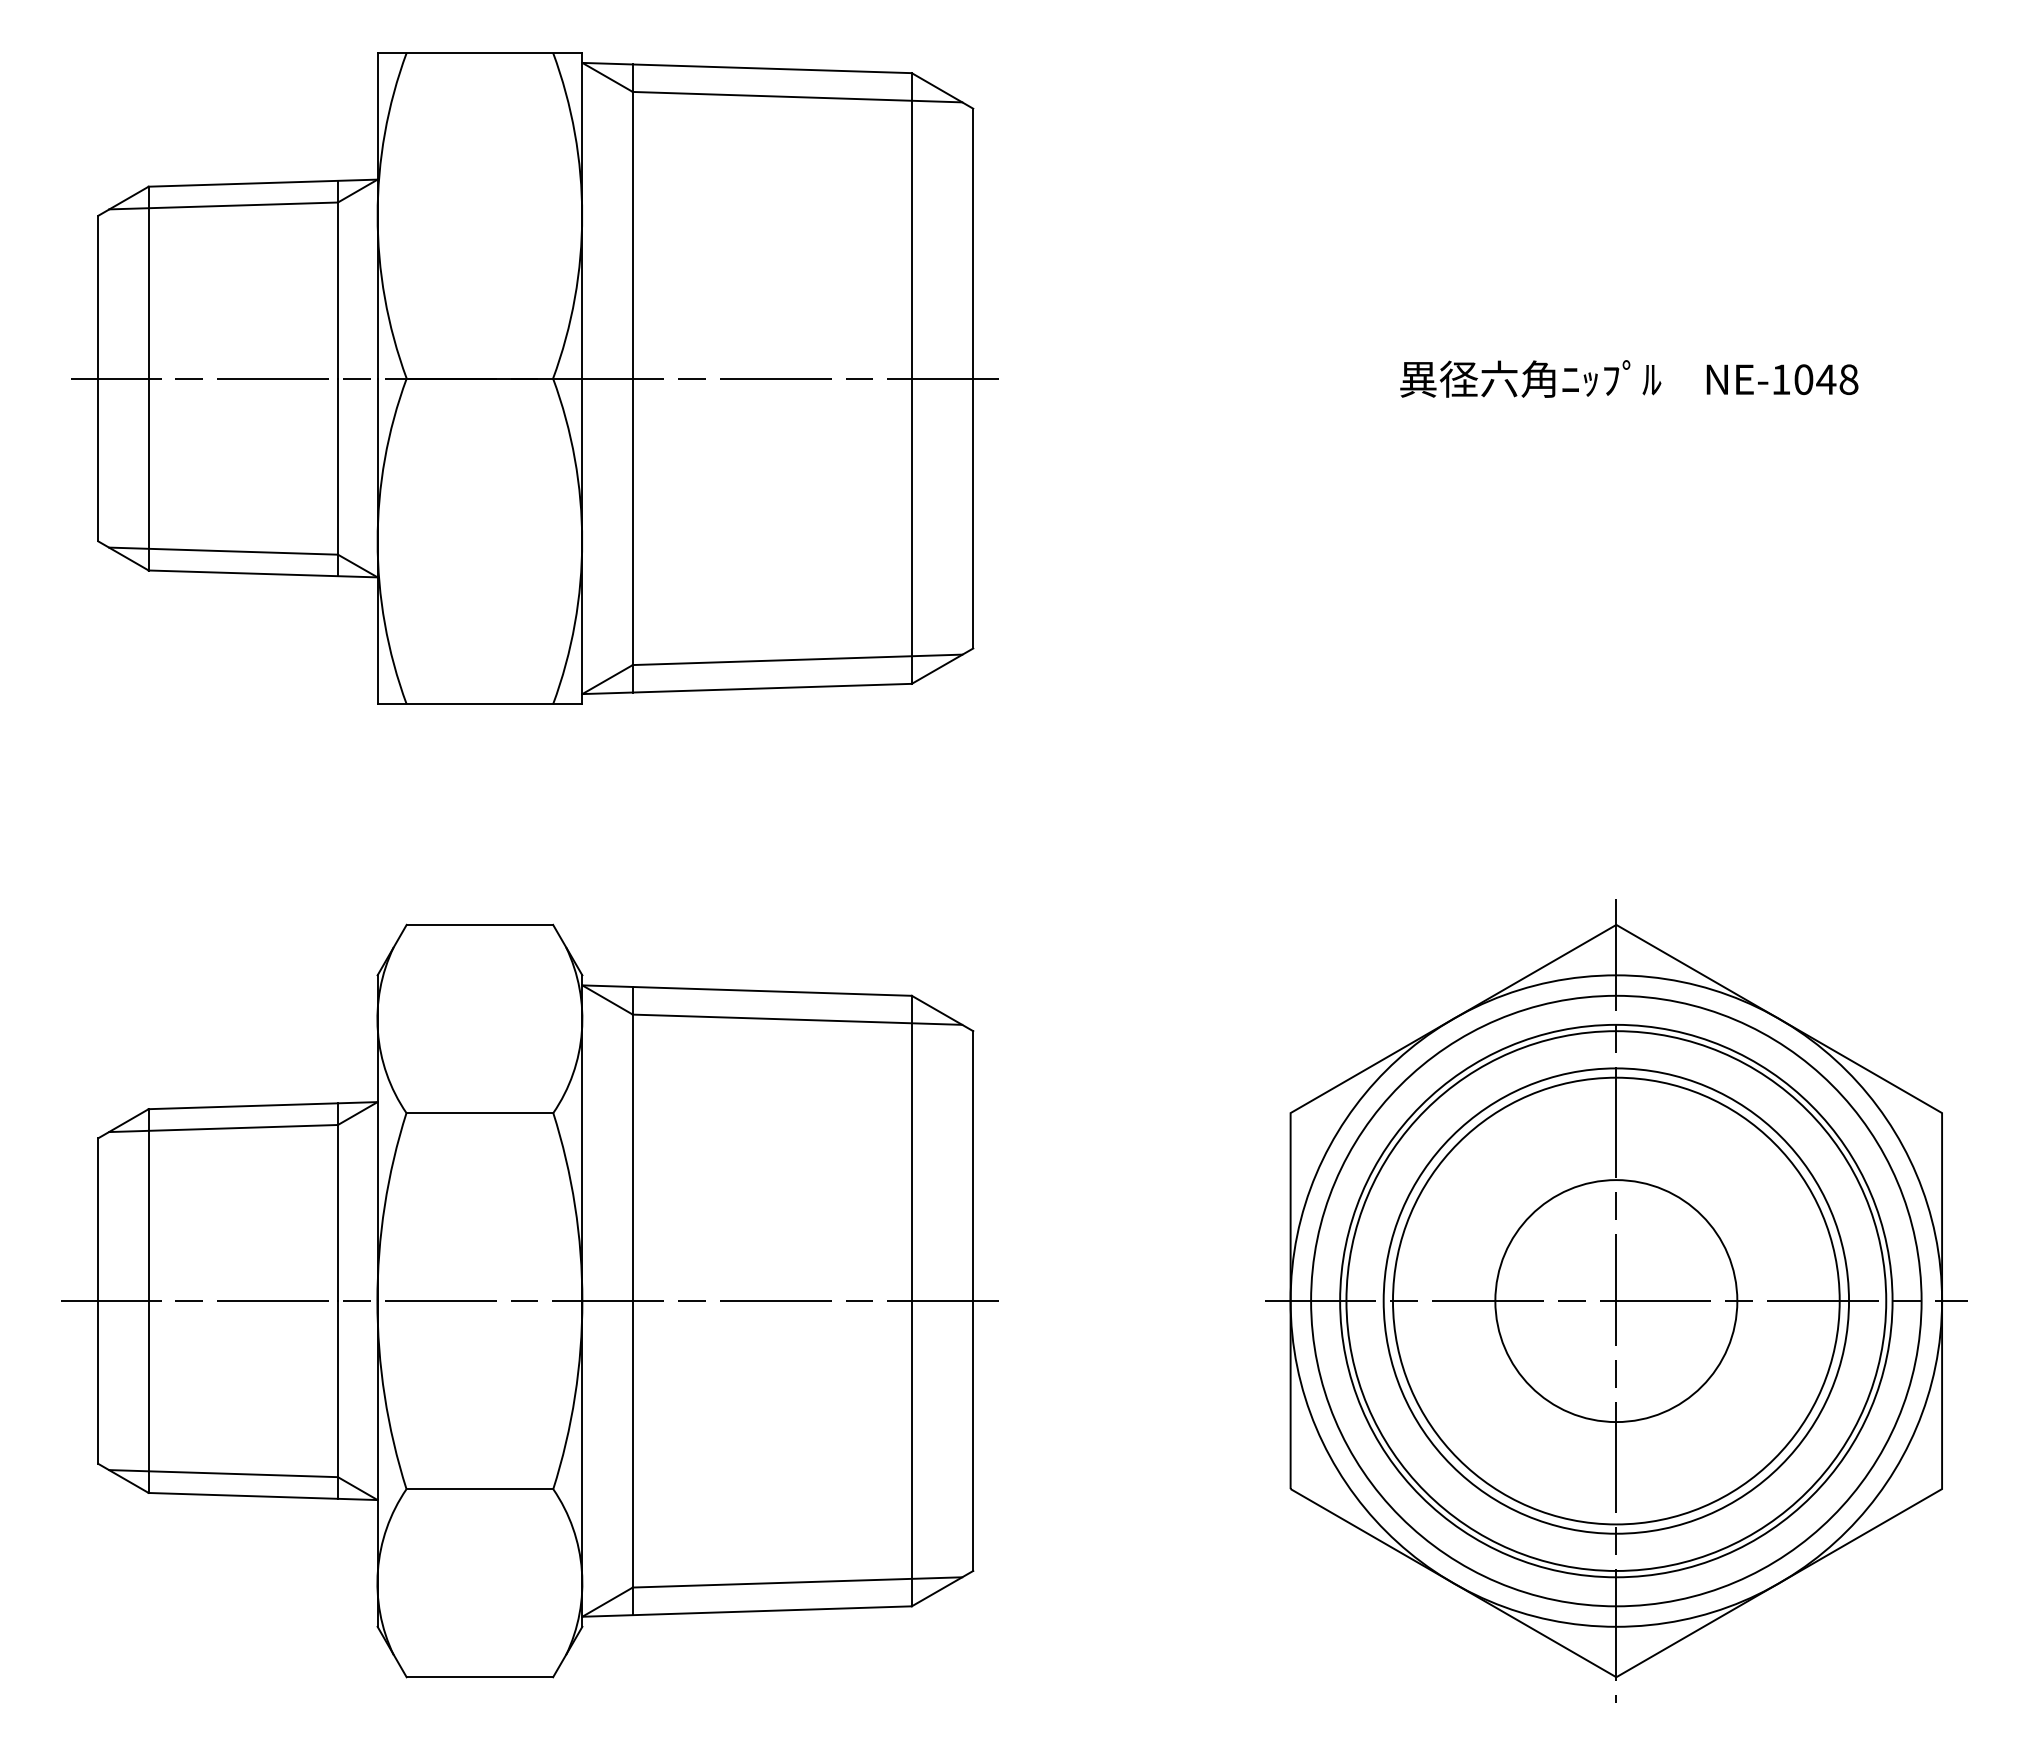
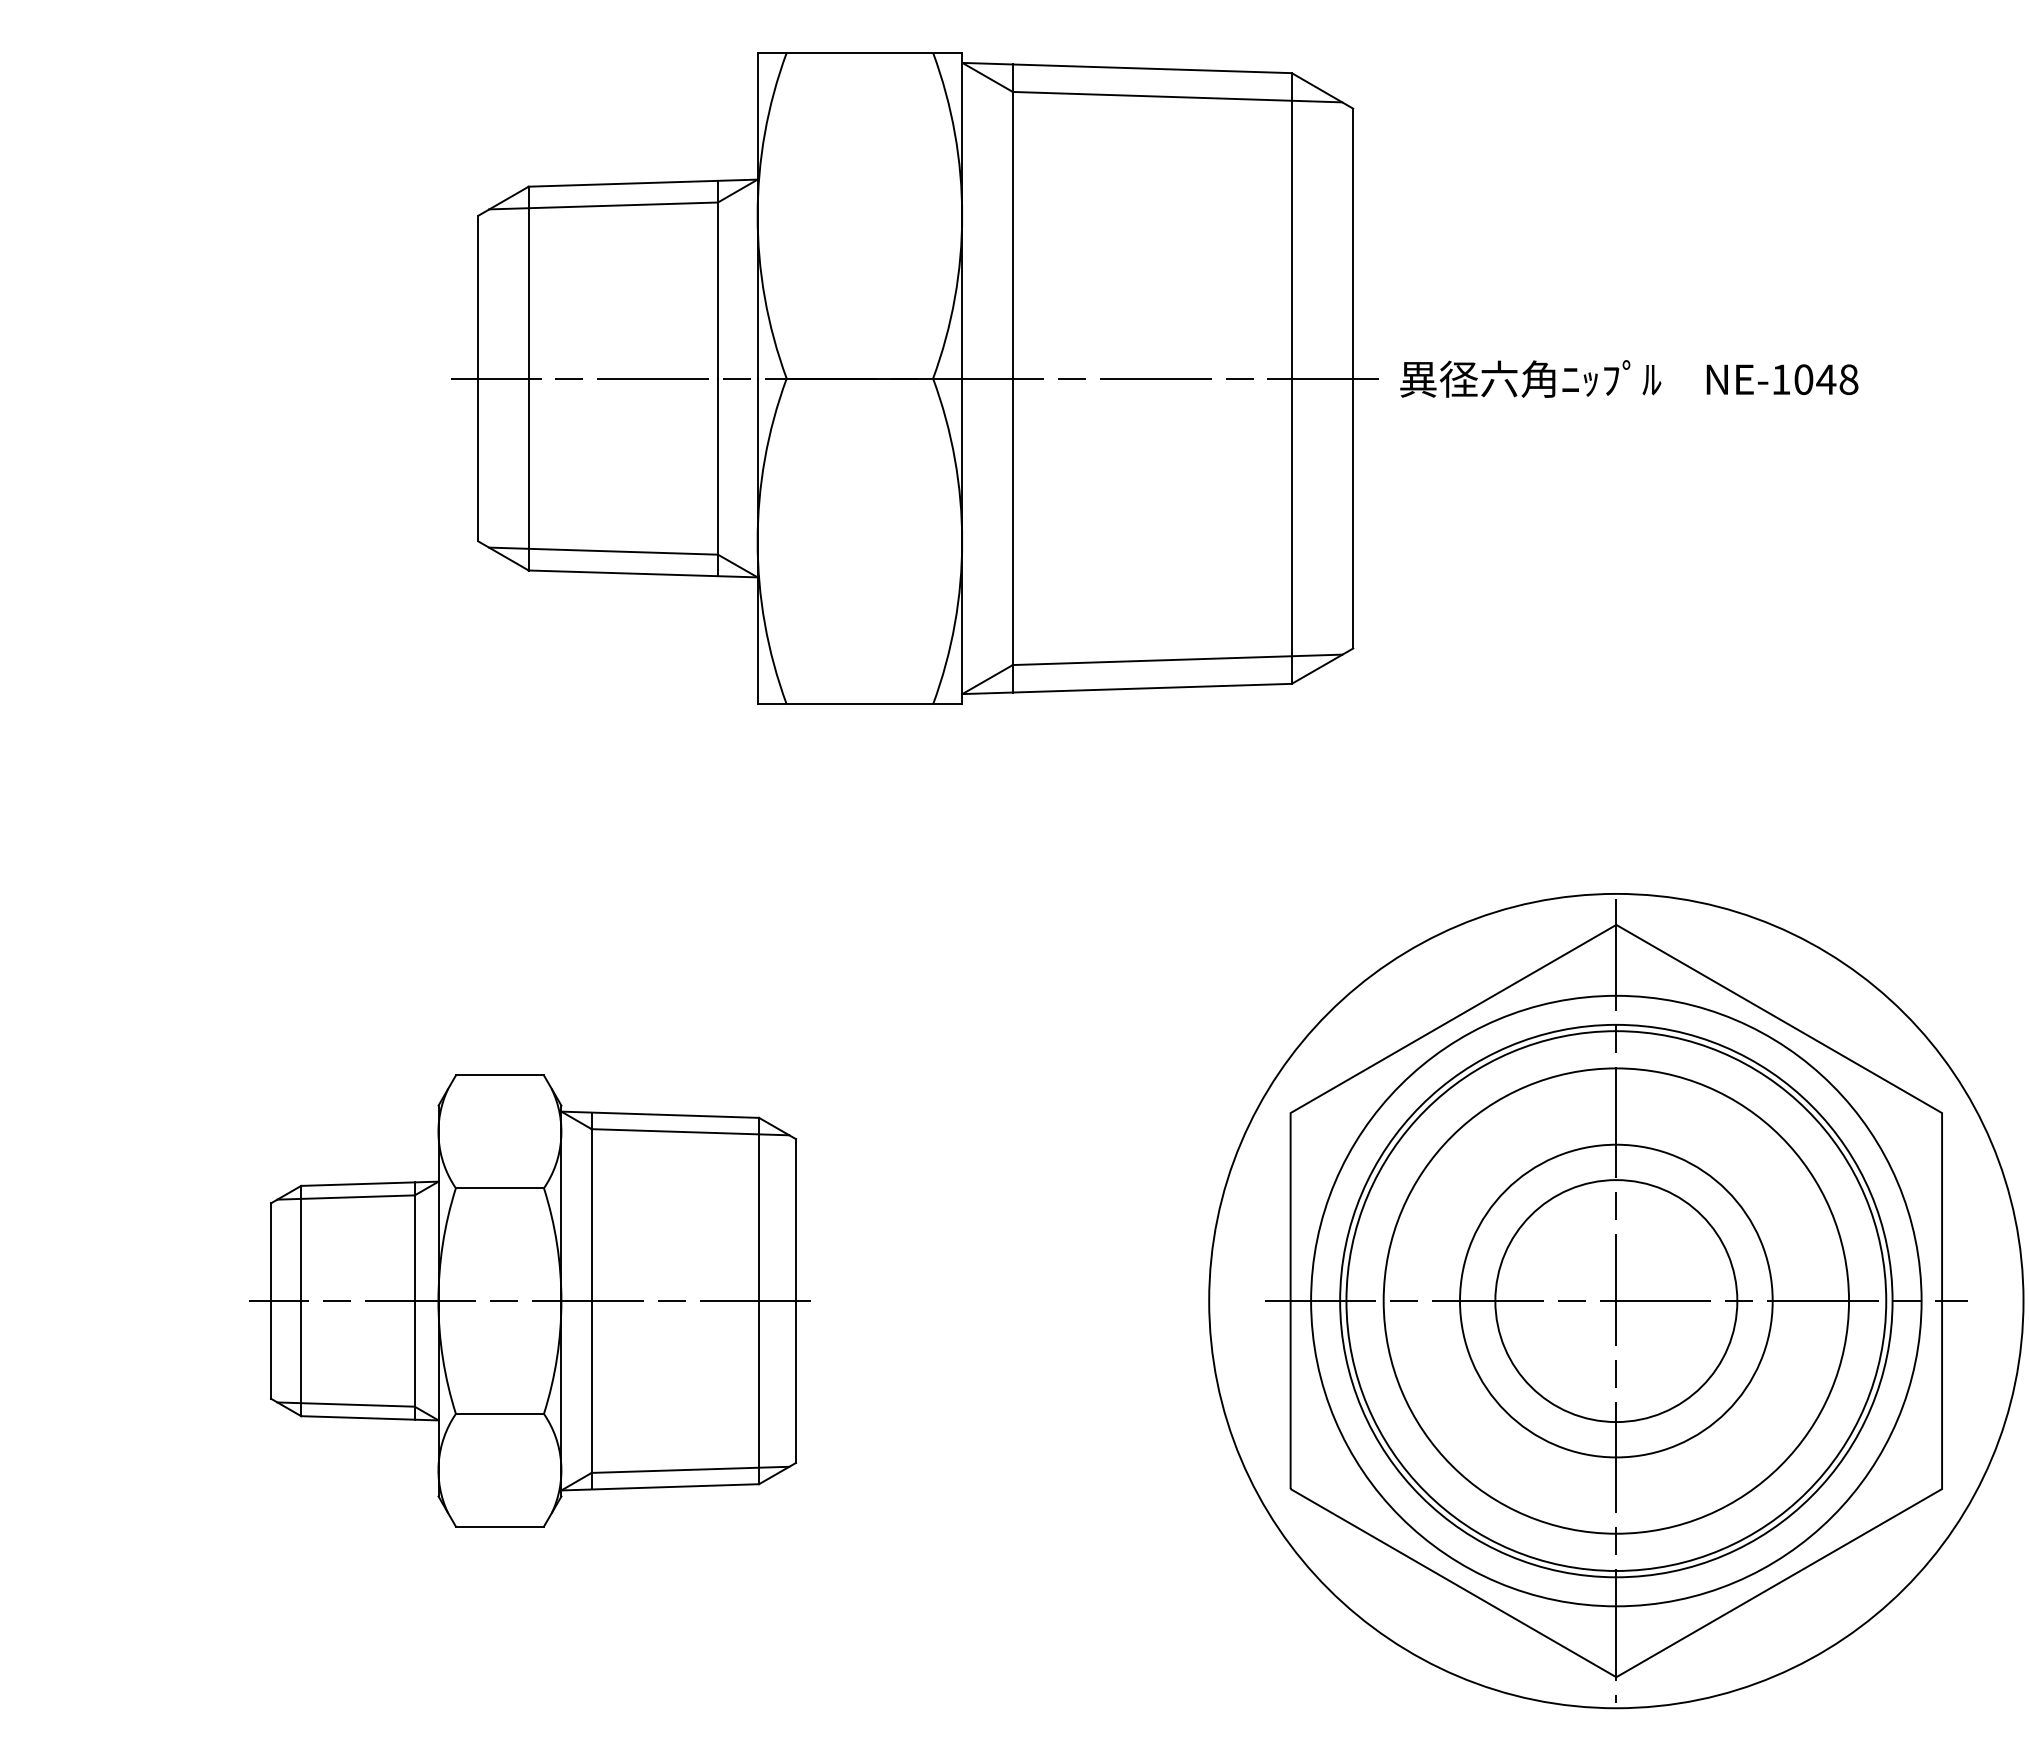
part at (534, 378) position: (534, 378) -> (914, 378)
part at (529, 1300) size: 938x756 px -> 562x454 px
circle at (1615, 1300) diameter: 447 px -> 313 px
circle at (1616, 1300) diameter: 651 px -> 814 px
